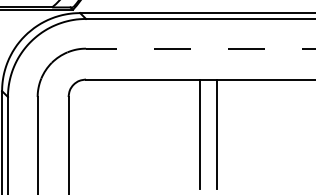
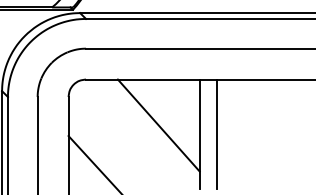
line at (201, 48): dashed -> solid
line at (158, 125): none -> present
line at (93, 163): none -> present
